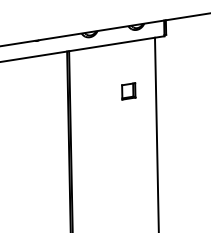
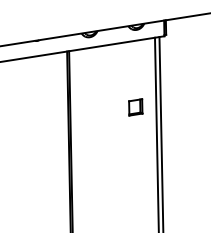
part at (128, 91) position: (128, 91) -> (135, 107)
line at (161, 133): none -> present
